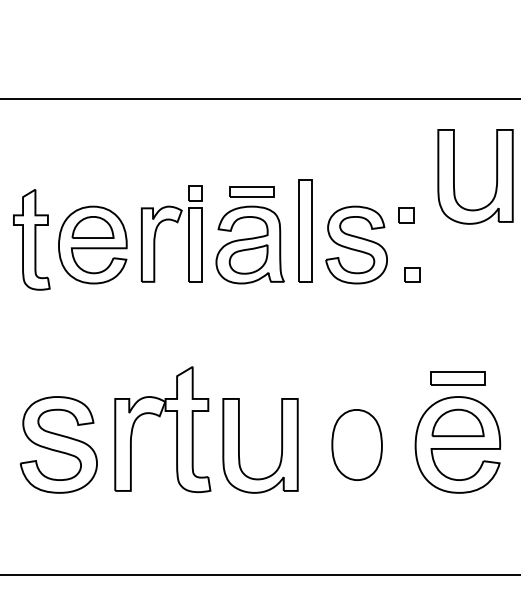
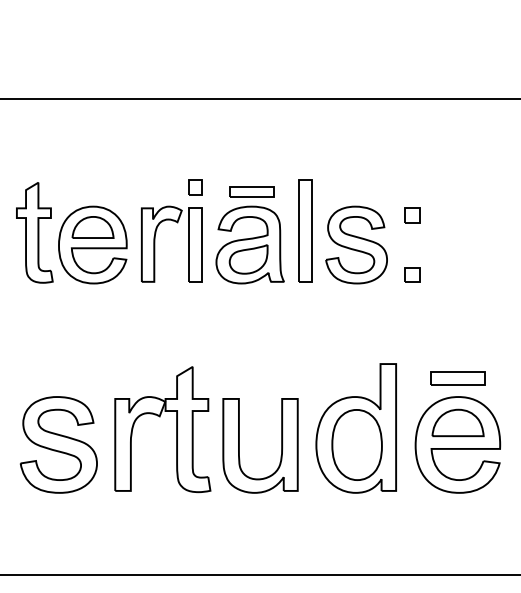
part at (454, 176): present -> none
part at (195, 193) position: (195, 193) -> (195, 187)
part at (406, 215) position: (406, 215) -> (412, 215)
part at (31, 239) position: (31, 239) -> (34, 232)
part at (355, 428): none -> present
